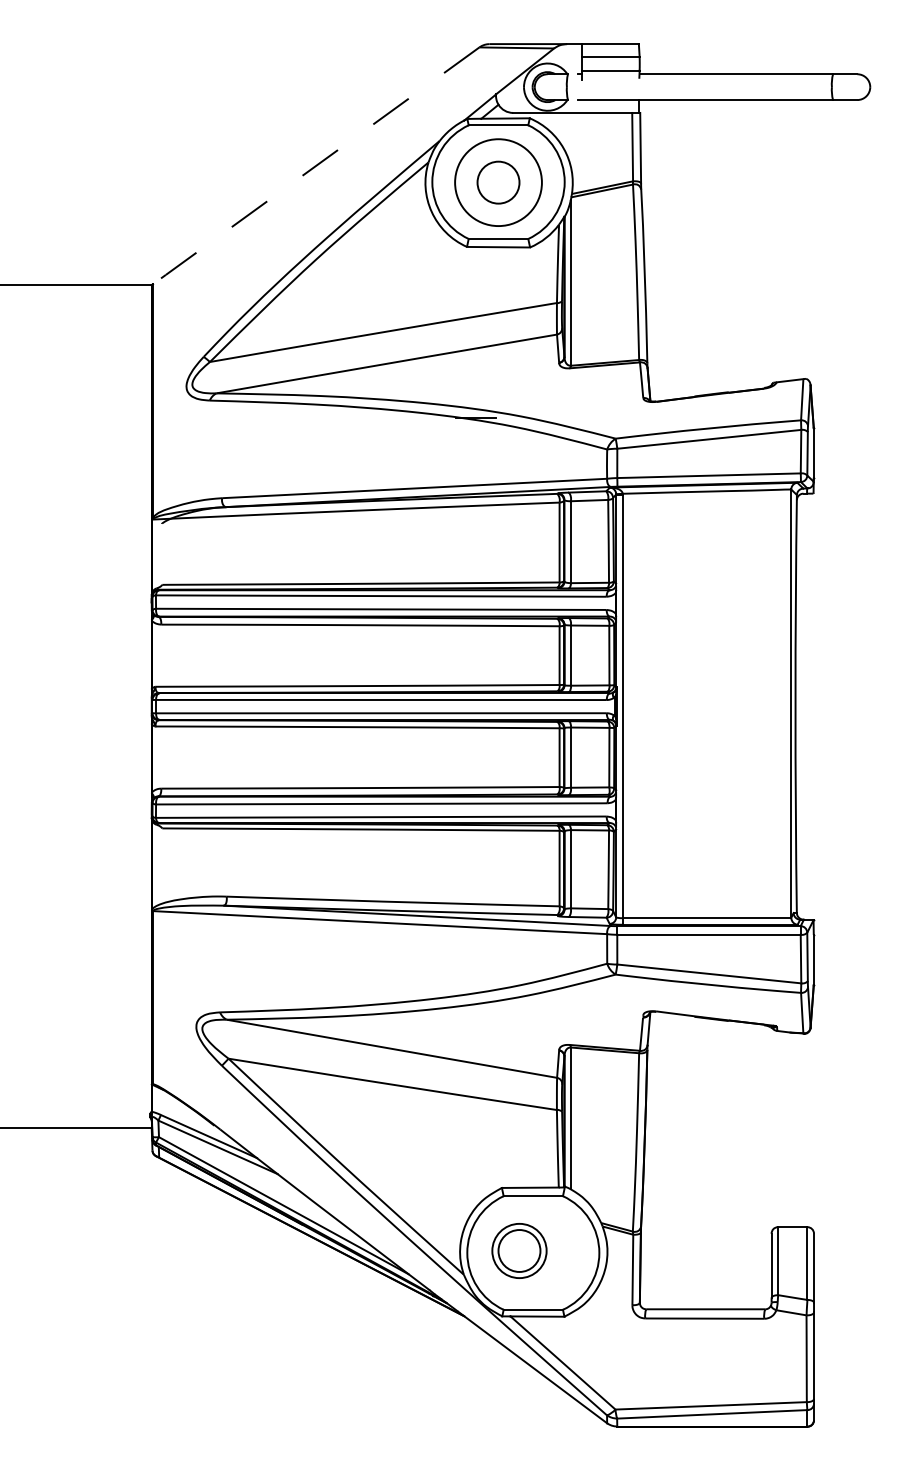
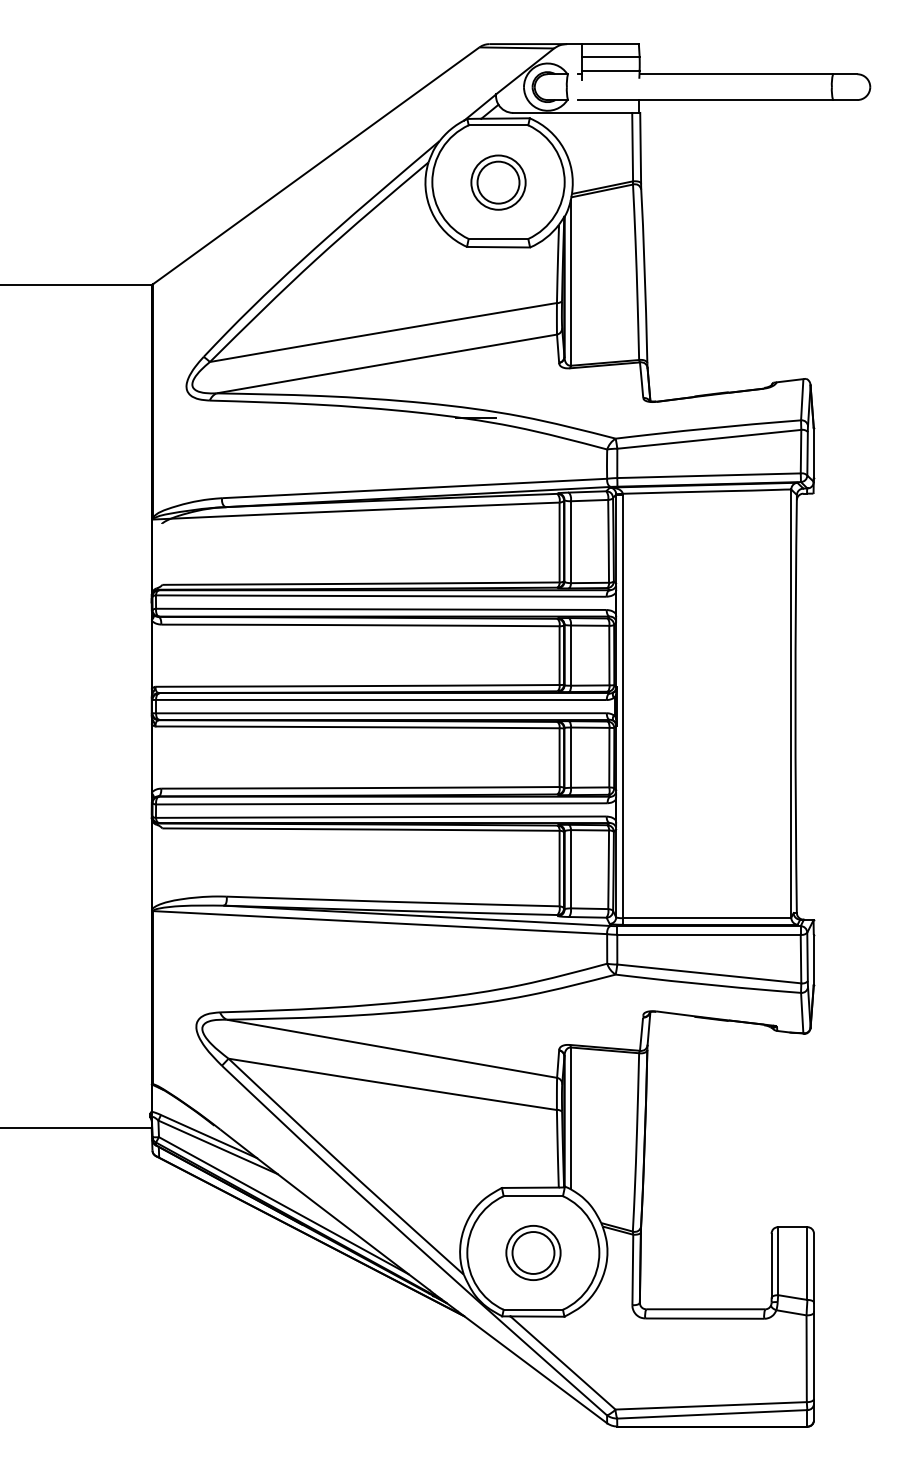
line at (315, 166): dashed -> solid
circle at (498, 182) diameter: 87 px -> 54 px
part at (519, 1250) position: (519, 1250) -> (533, 1252)
